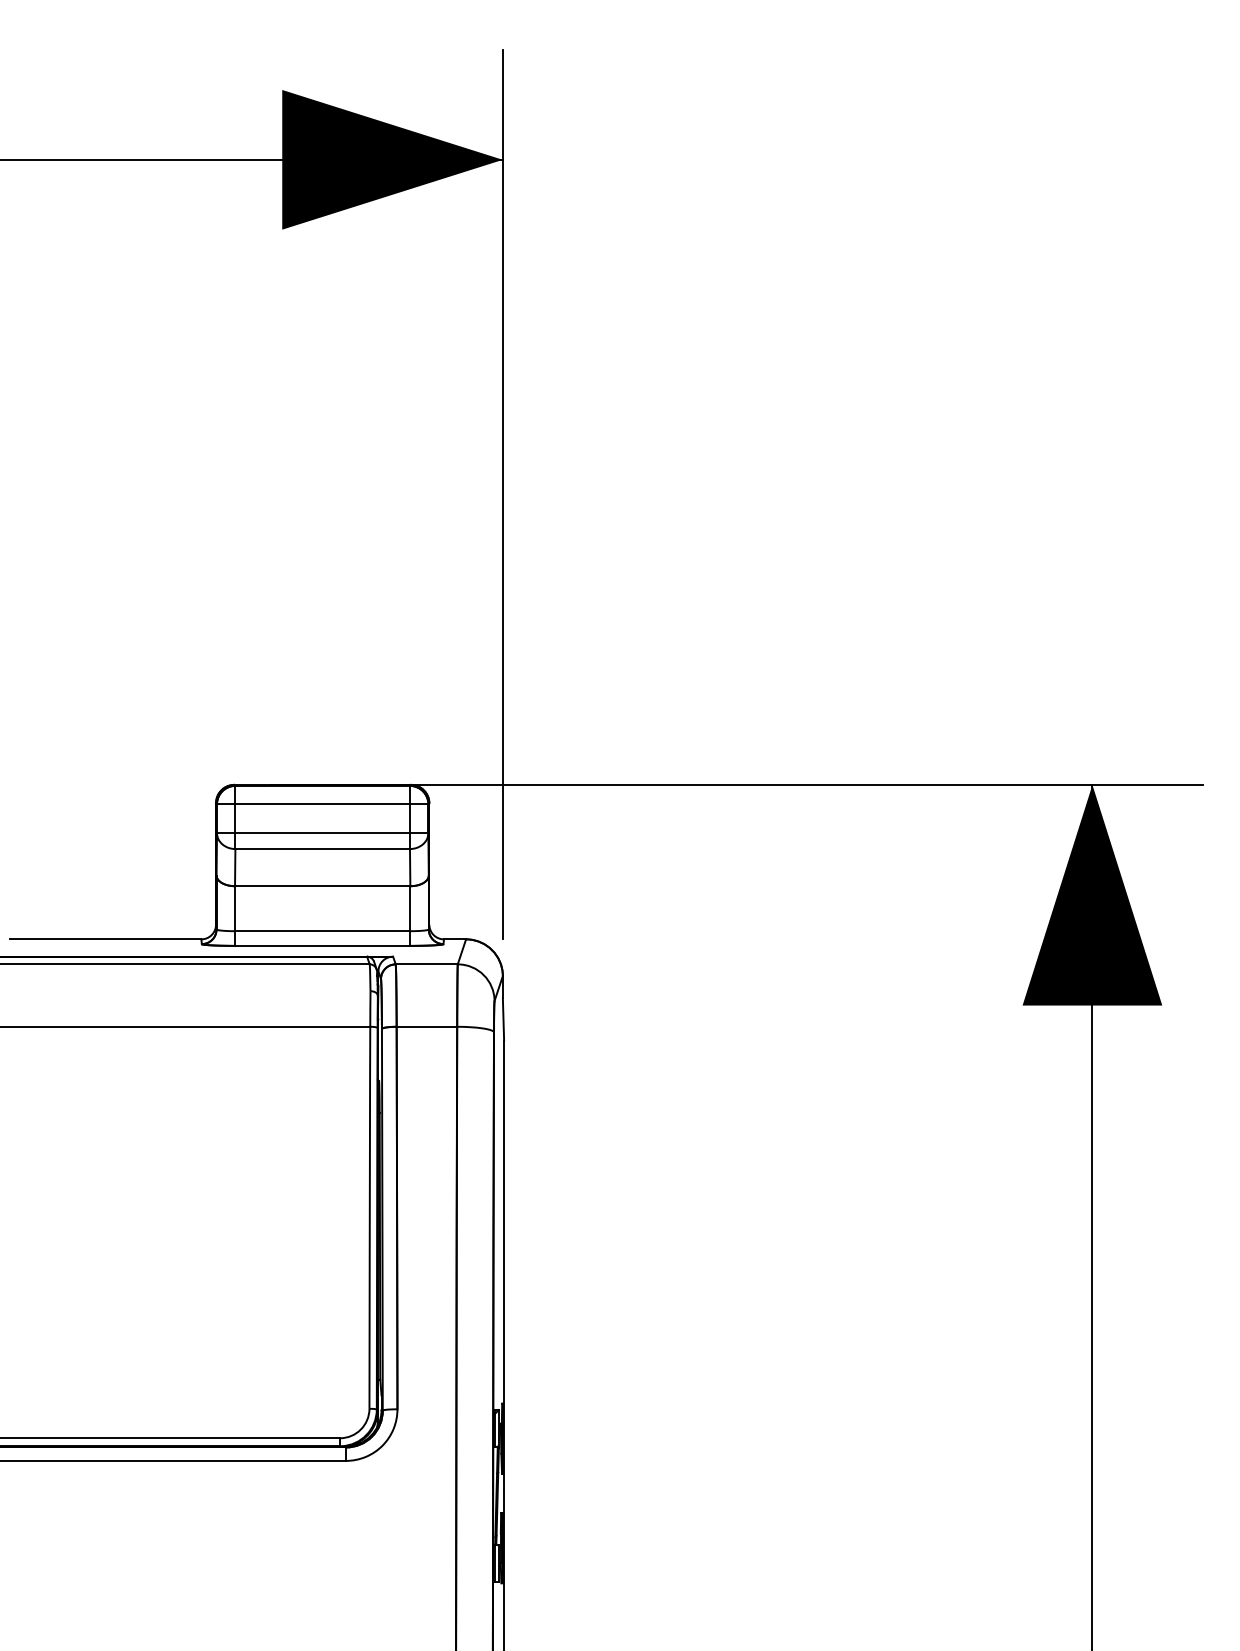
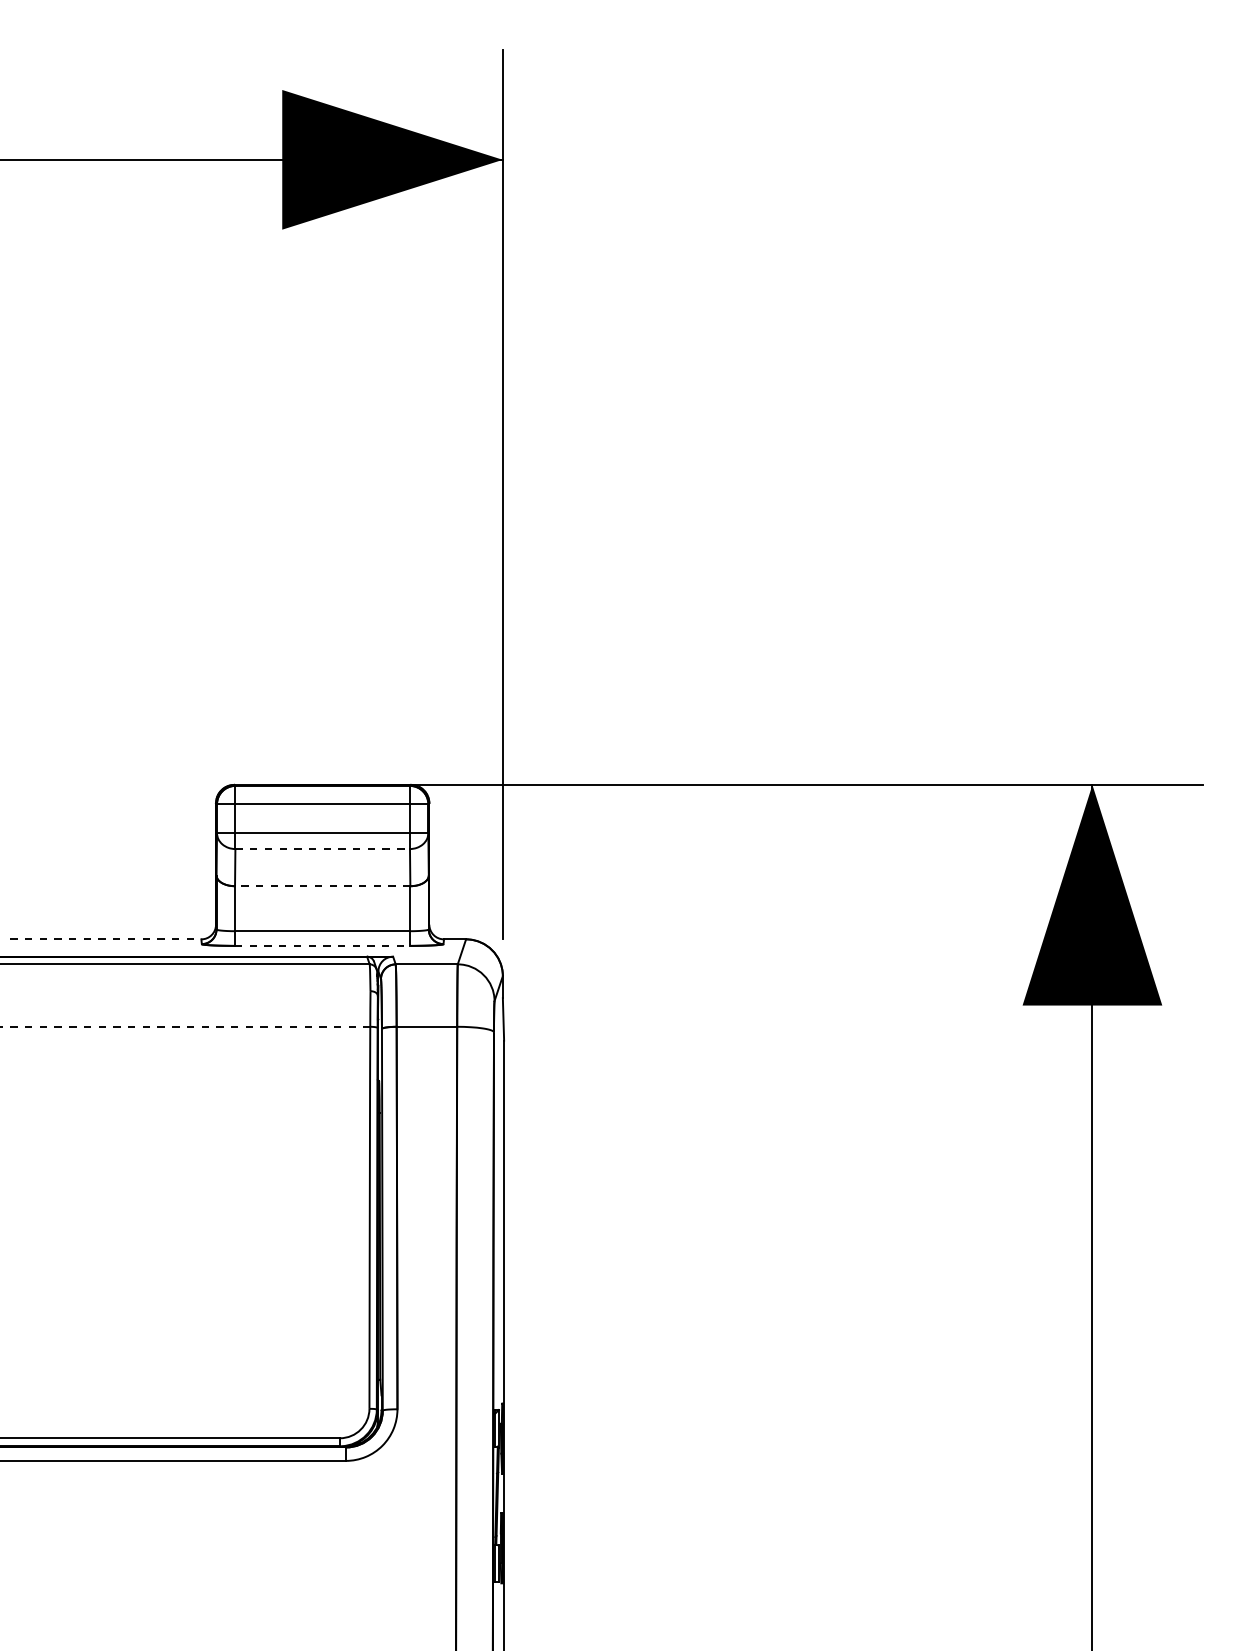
line at (323, 849): solid -> dashed
line at (322, 886): solid -> dashed
line at (105, 939): solid -> dashed
line at (322, 945): solid -> dashed
line at (185, 1026): solid -> dashed
